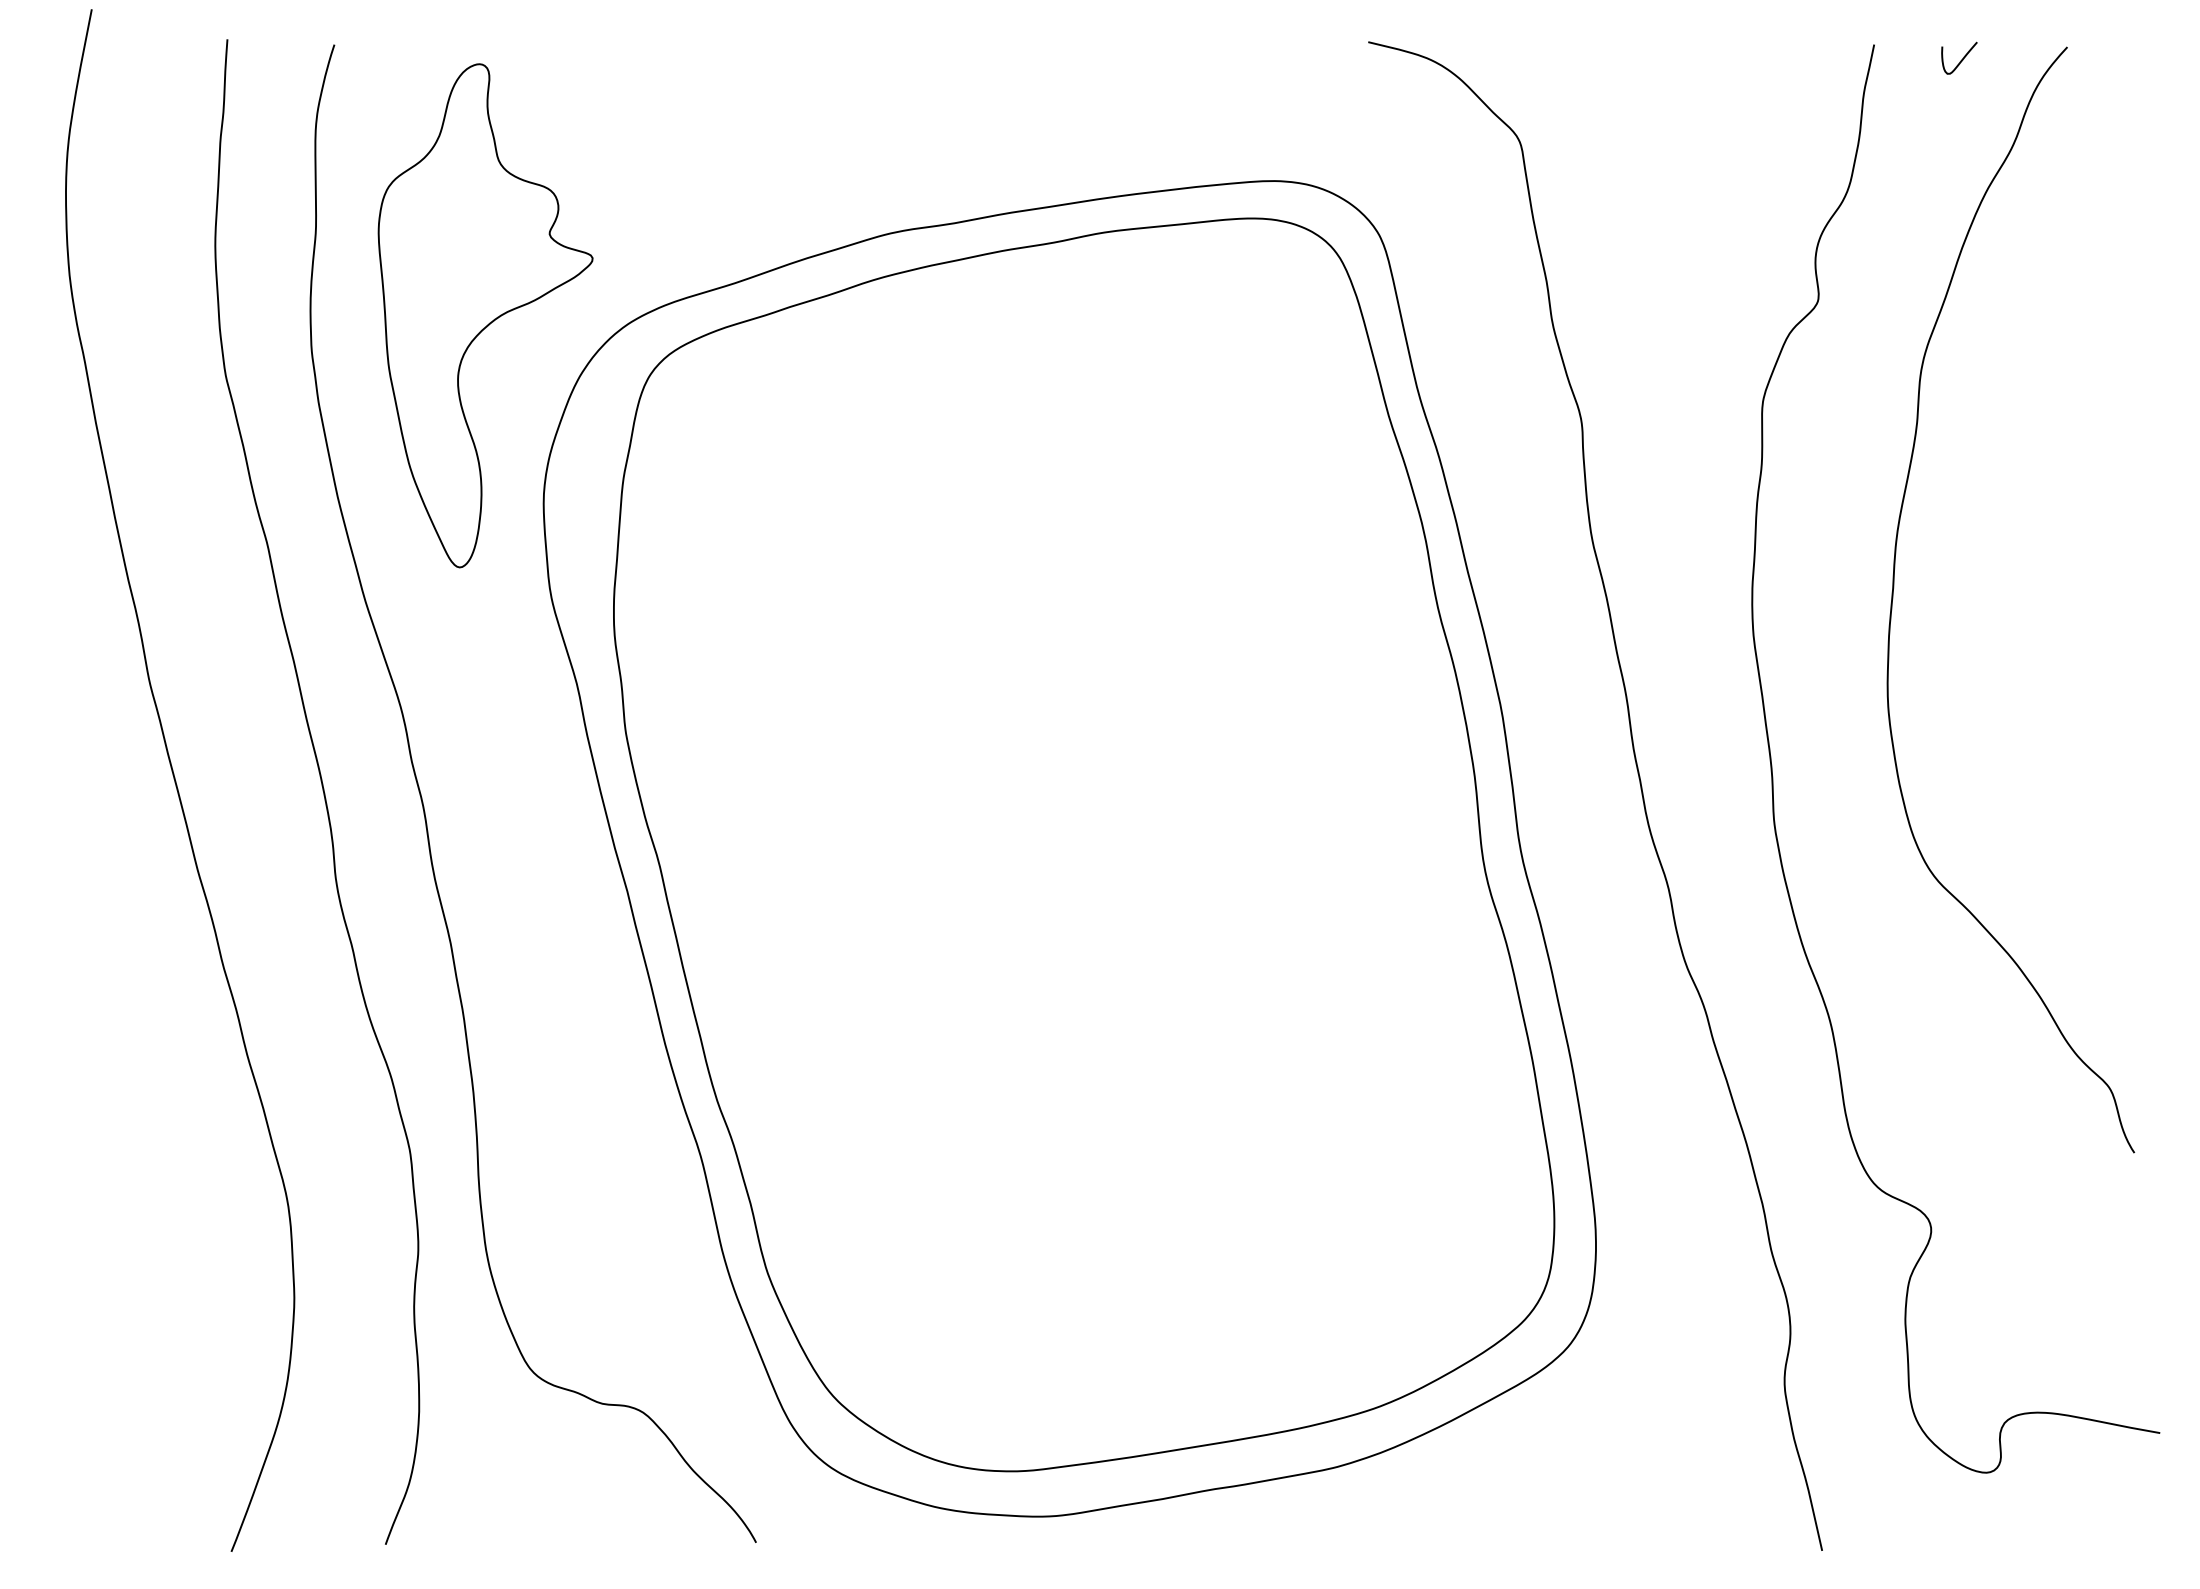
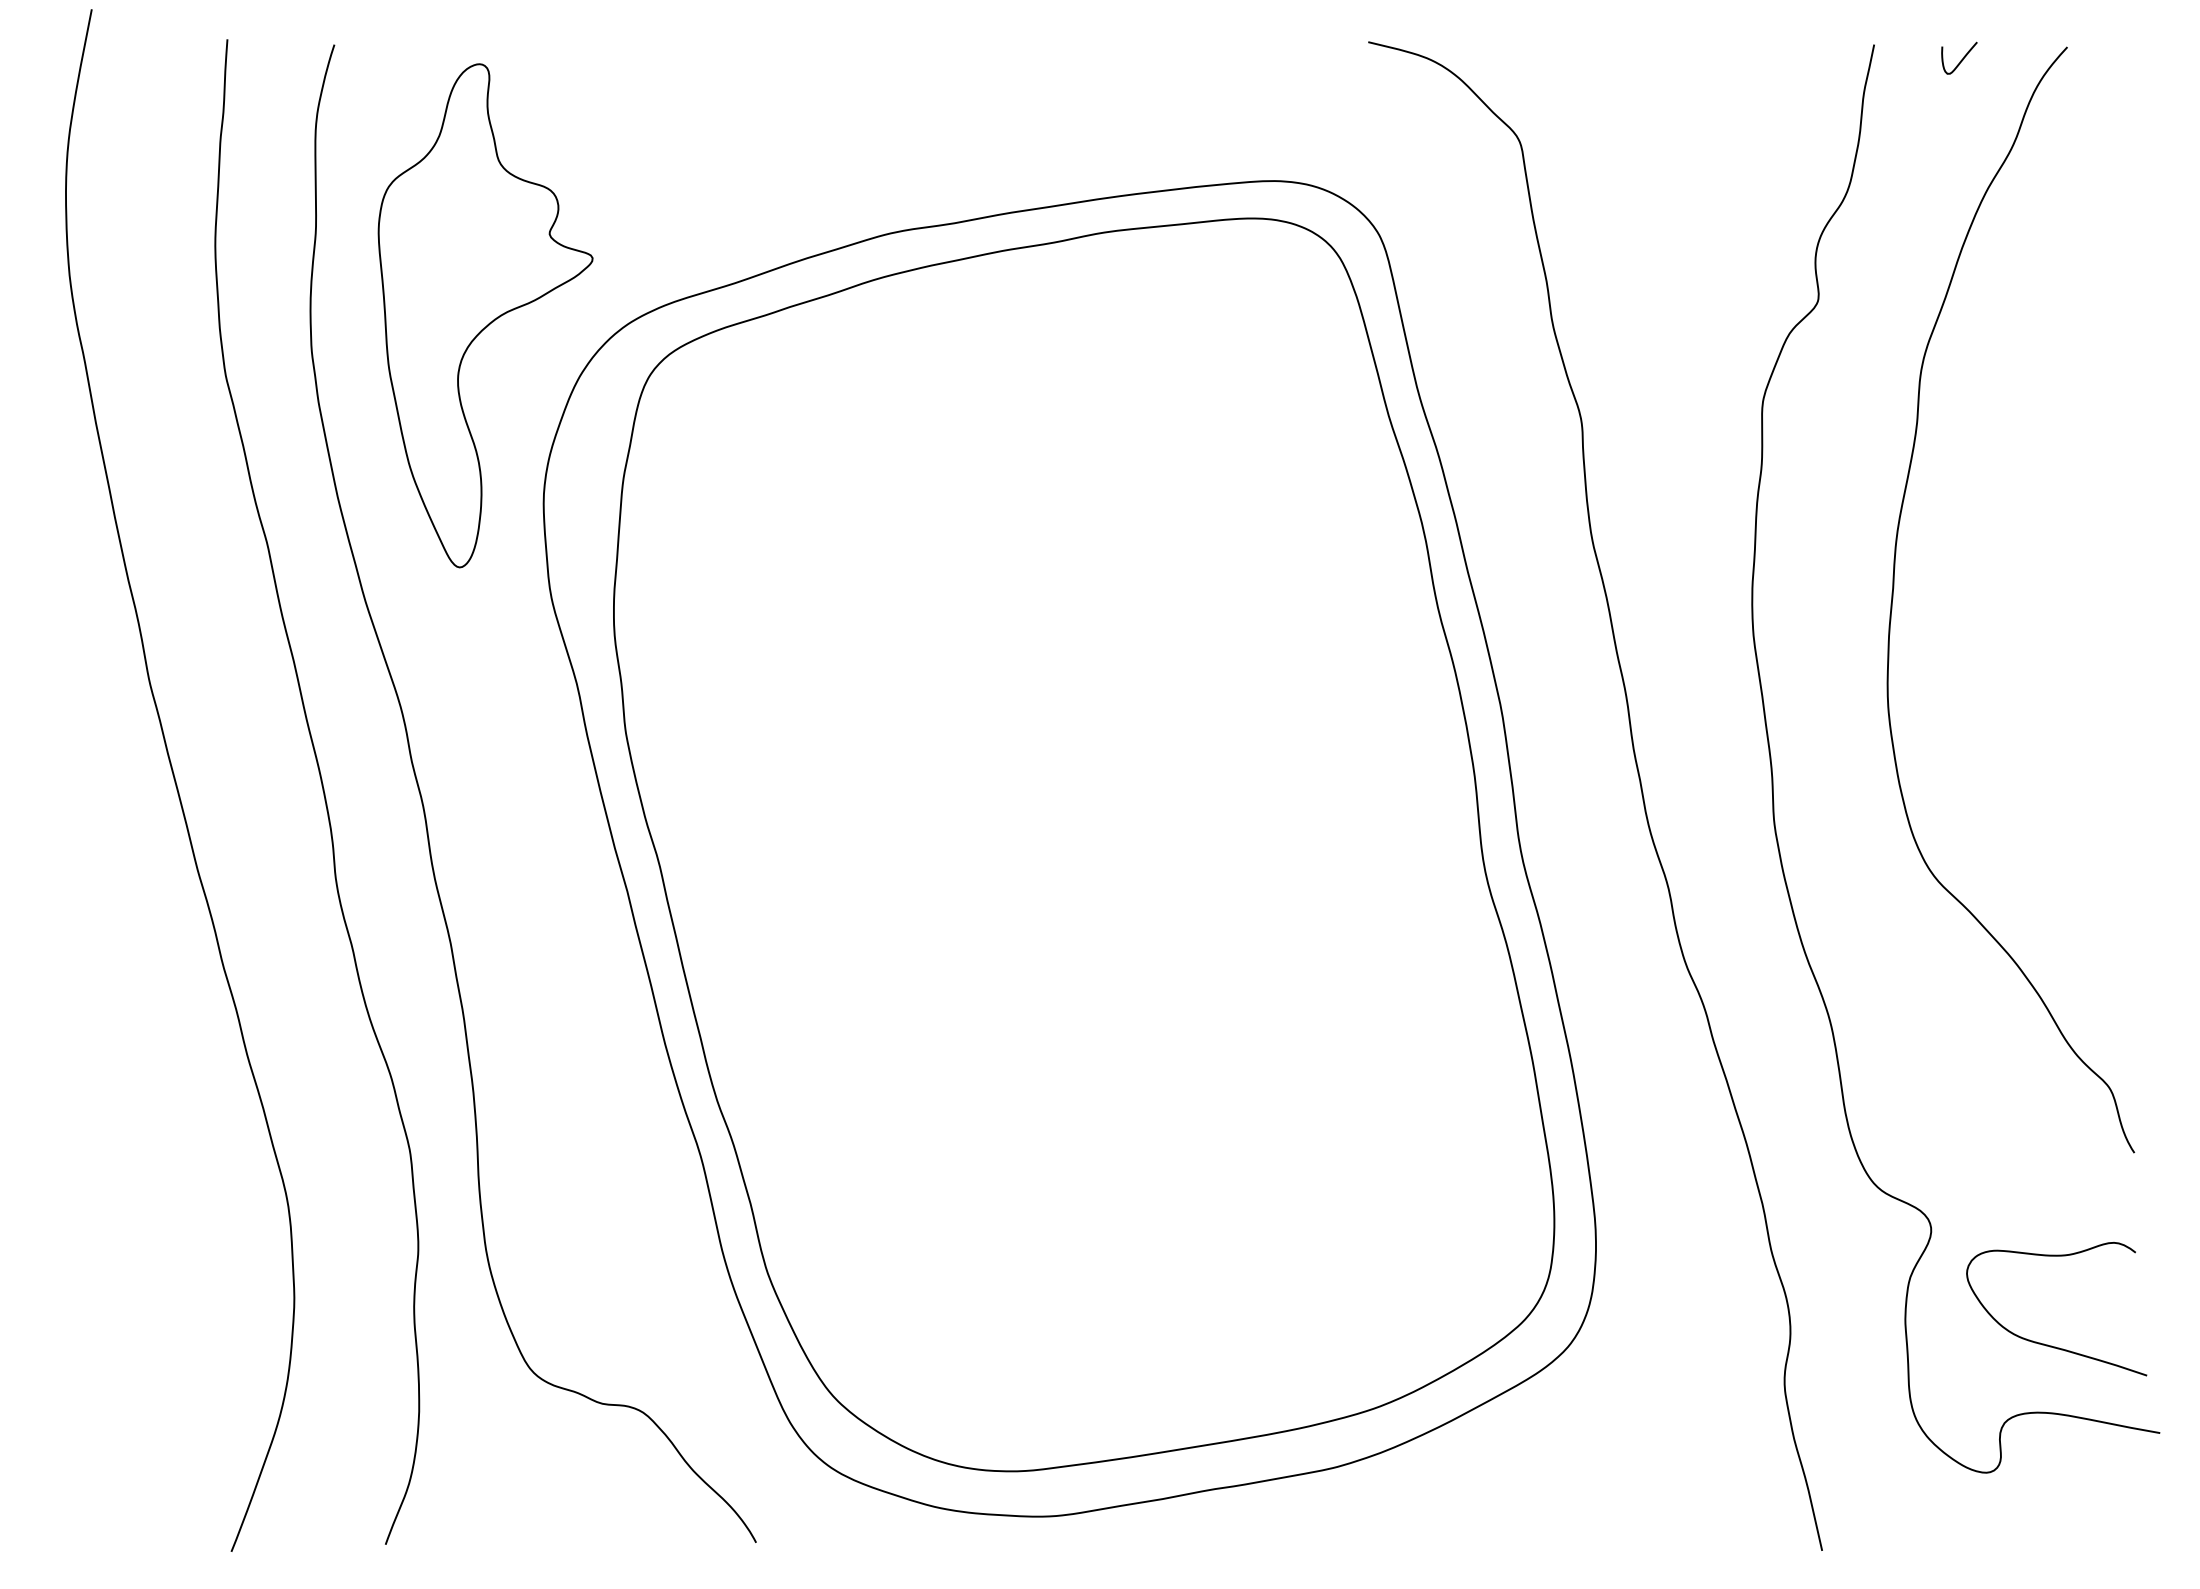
curve at (2048, 1344): none -> present
